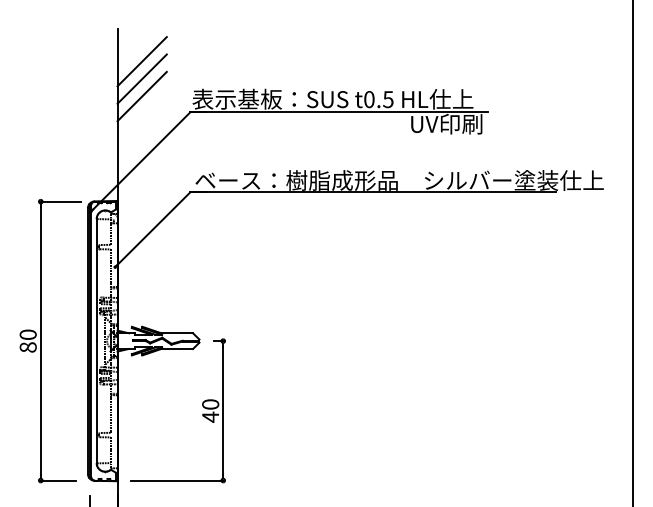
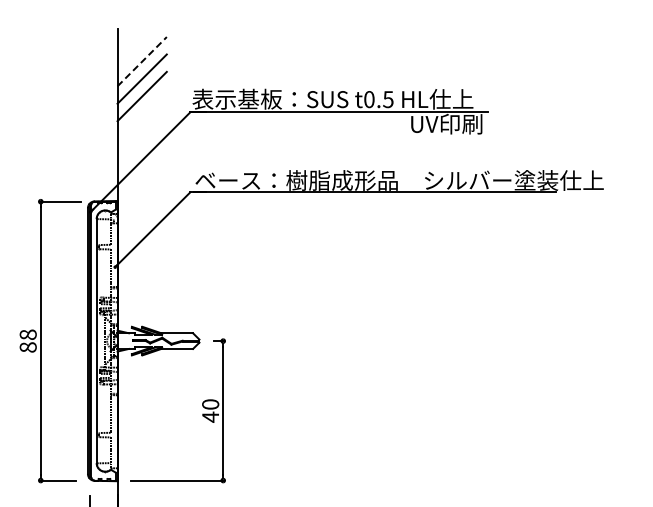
line at (142, 61): solid -> dashed
line at (633, 252): present -> none
text at (28, 334): 80 -> 88
